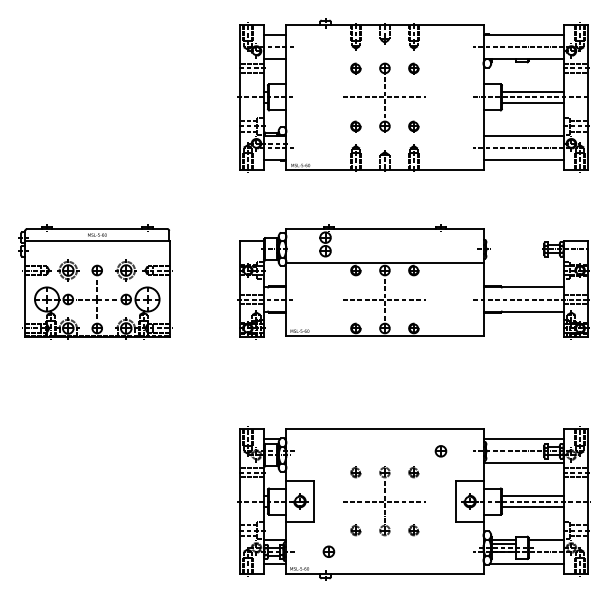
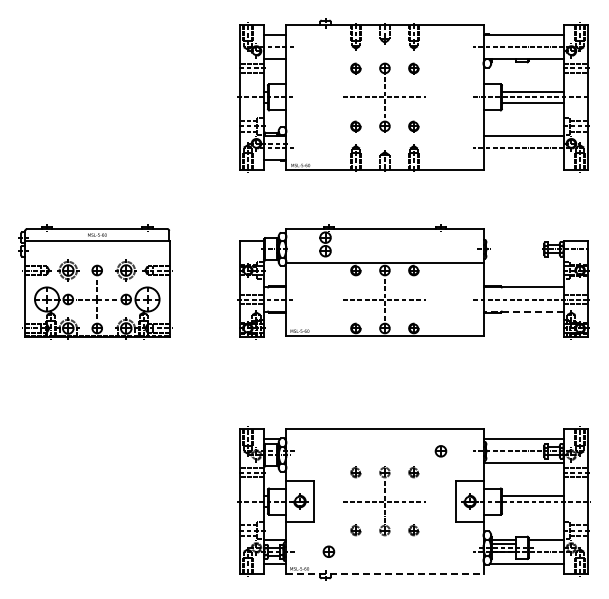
line at (523, 159): present -> none
line at (523, 311): solid -> dashed
line at (532, 507): present -> none
line at (384, 574): solid -> dashed
